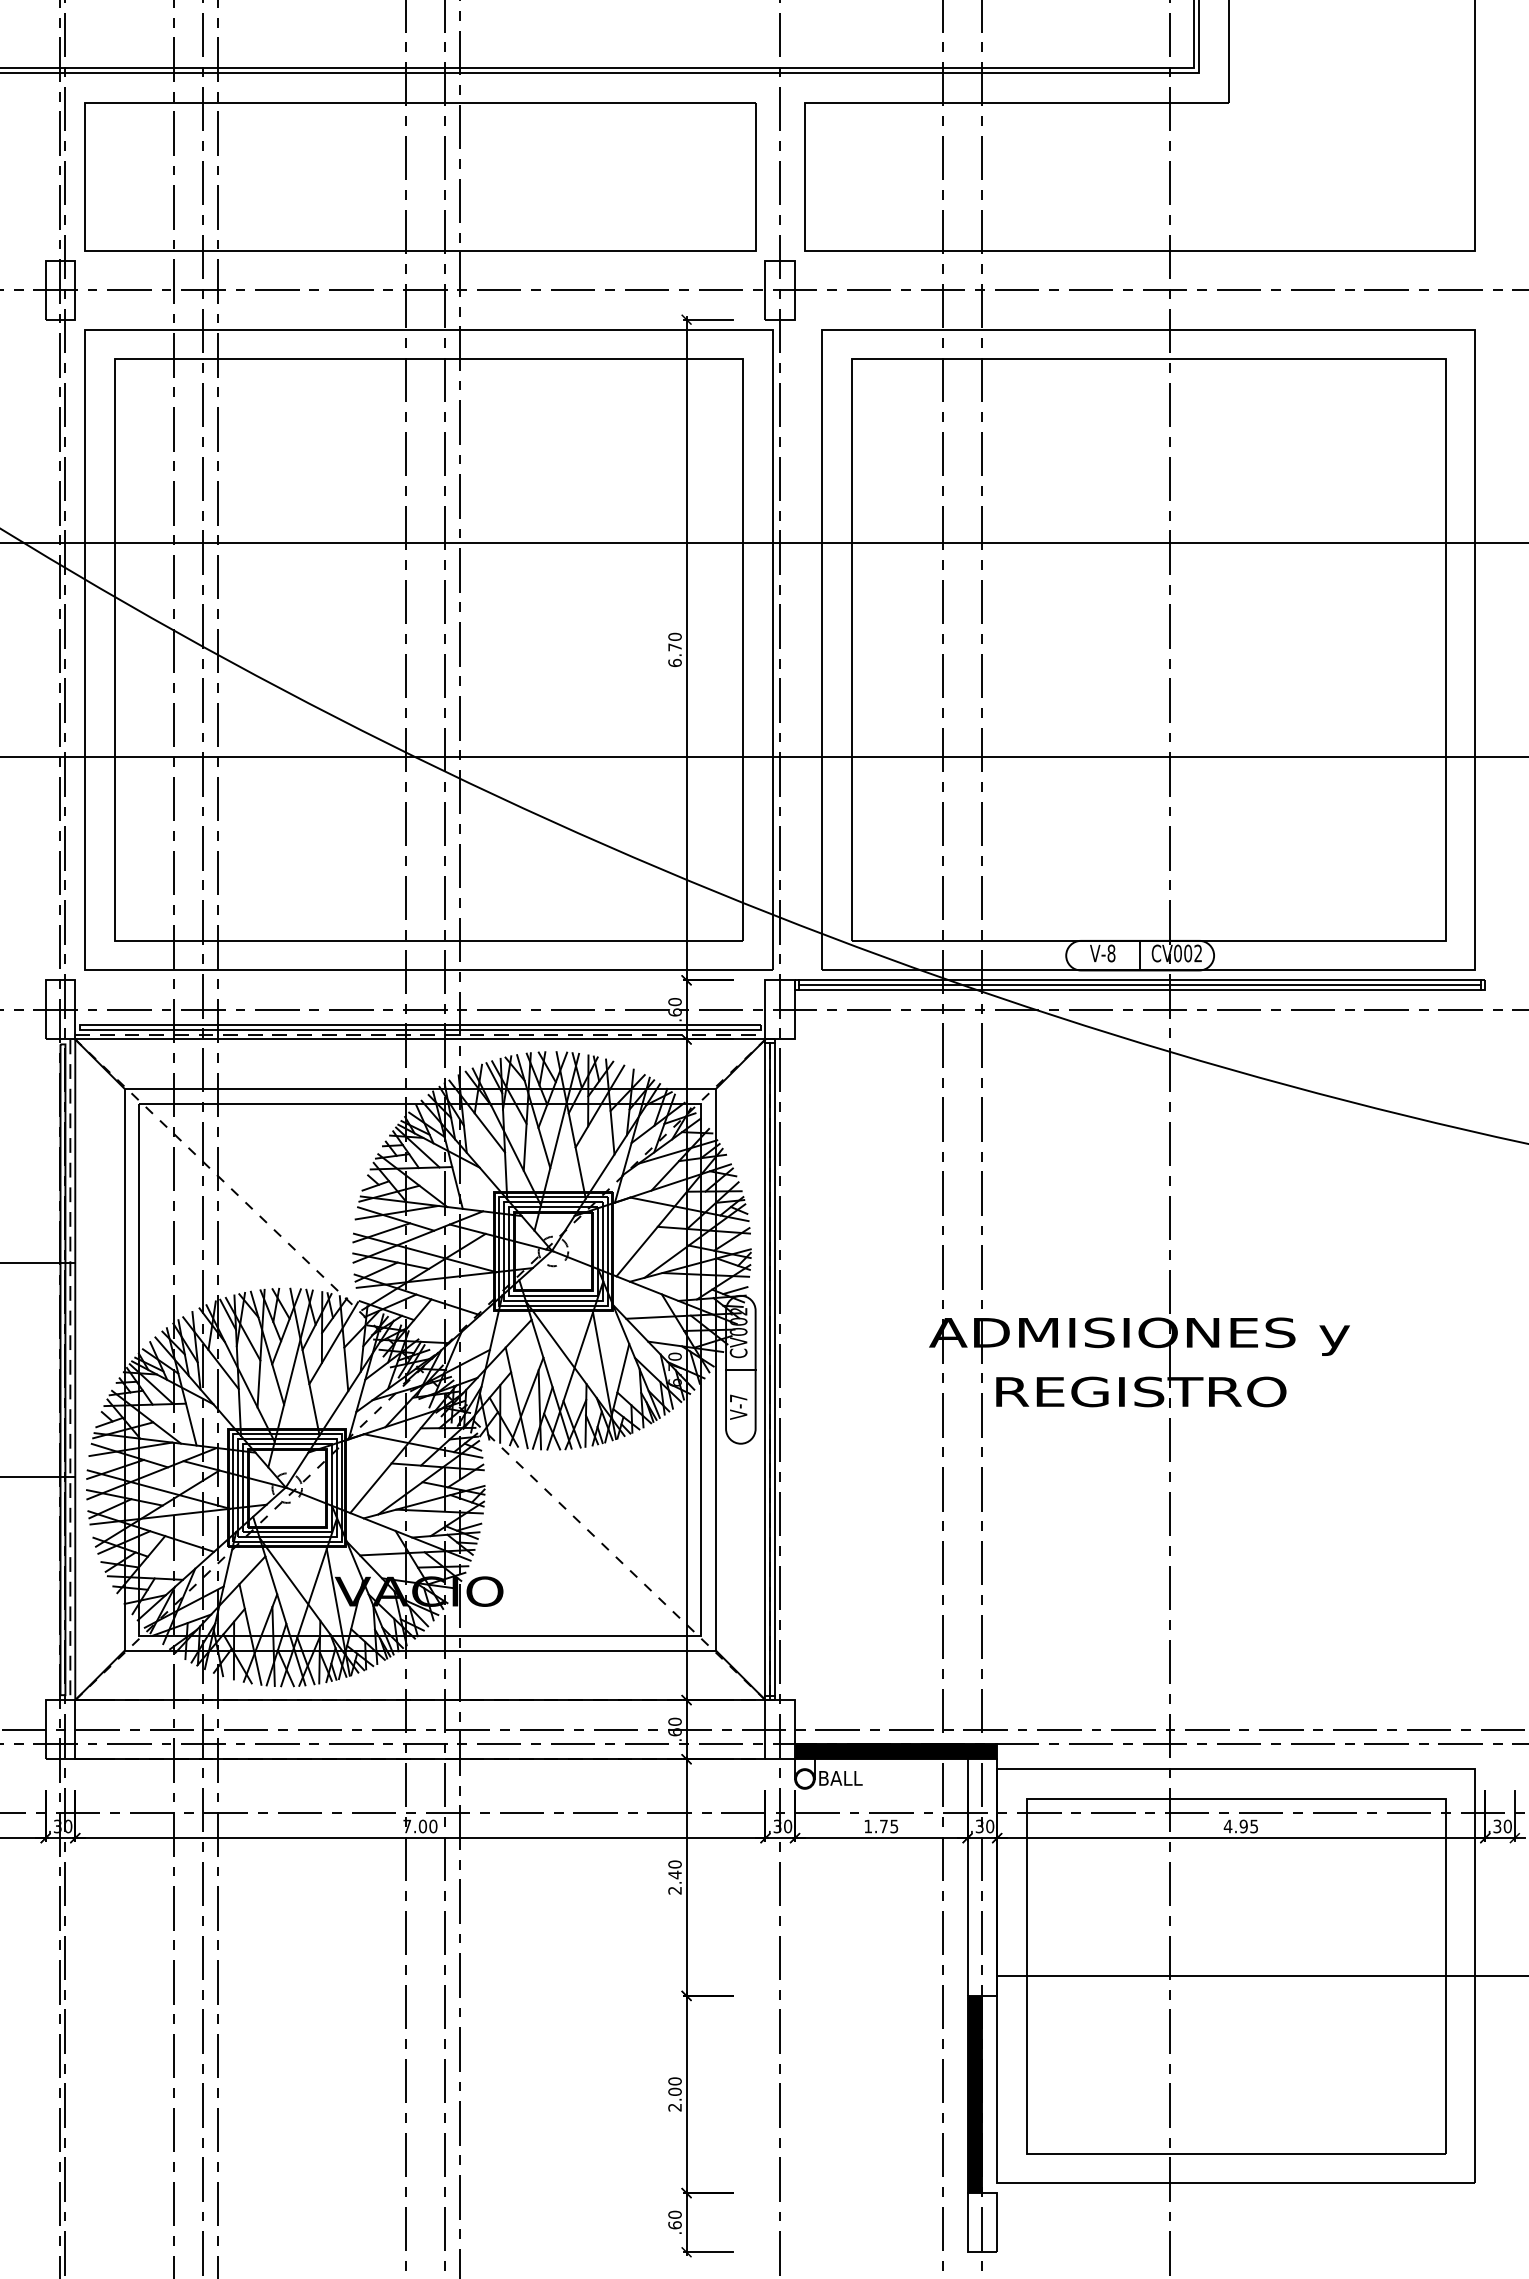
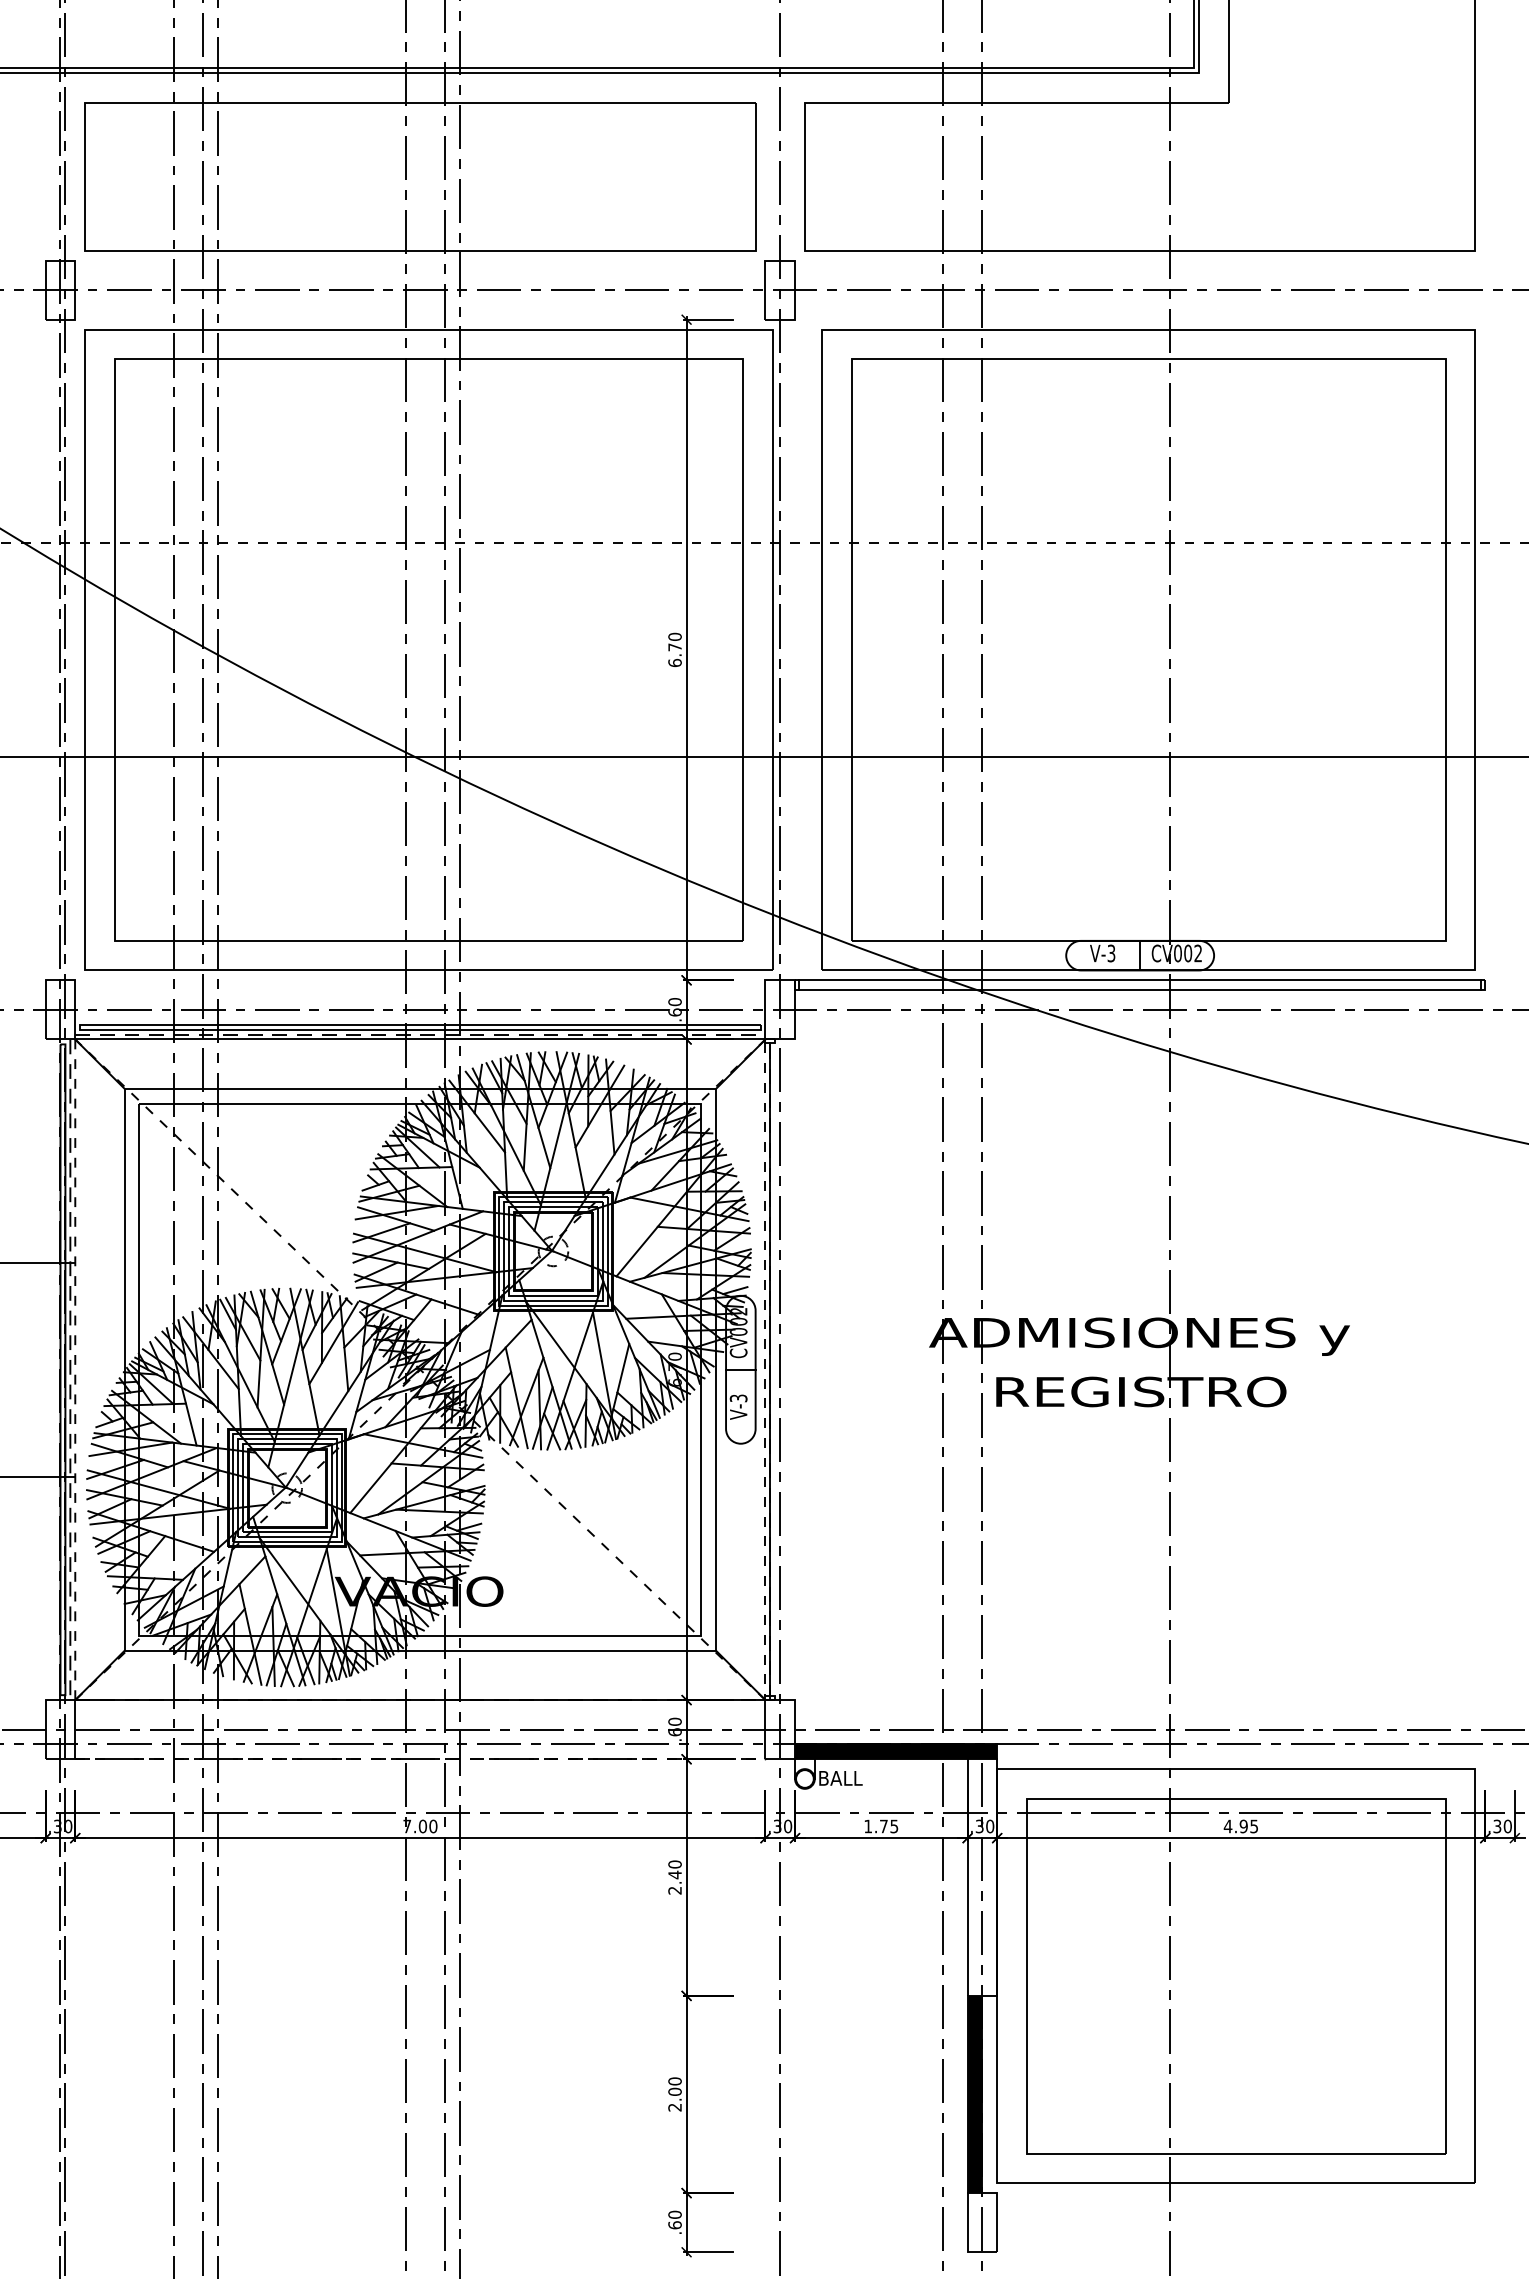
line at (765, 543): solid -> dashed
text at (1111, 953): V-8 -> V-3
line at (1140, 985): present -> none
line at (775, 1369): present -> none
line at (75, 1370): solid -> dashed
line at (765, 1370): solid -> dashed
text at (738, 1398): V-7 -> V-3
line at (420, 1759): solid -> dashed
line at (1261, 1976): present -> none
